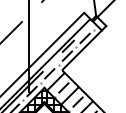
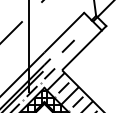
hatch at (71, 41): present -> none
